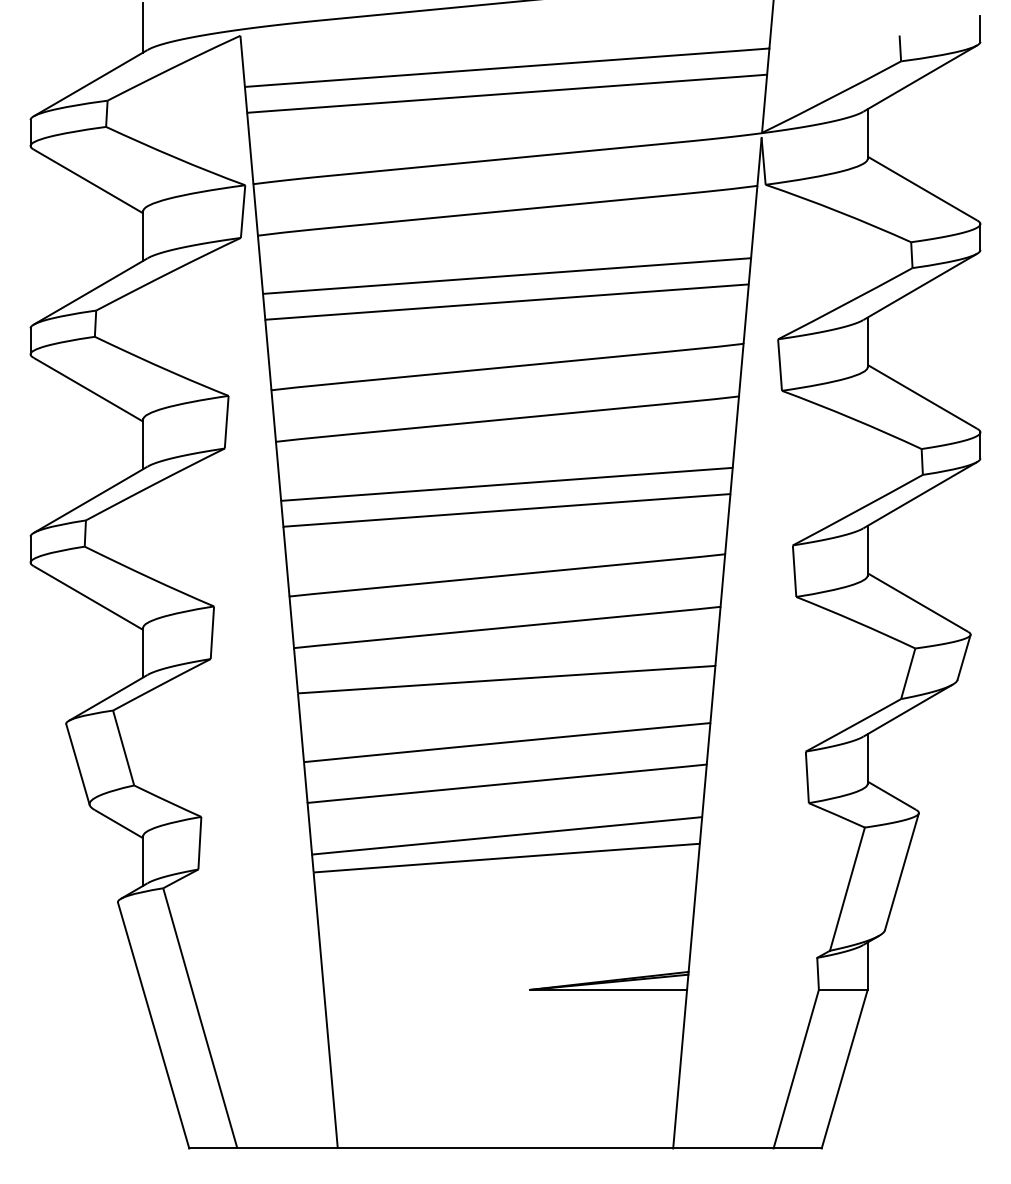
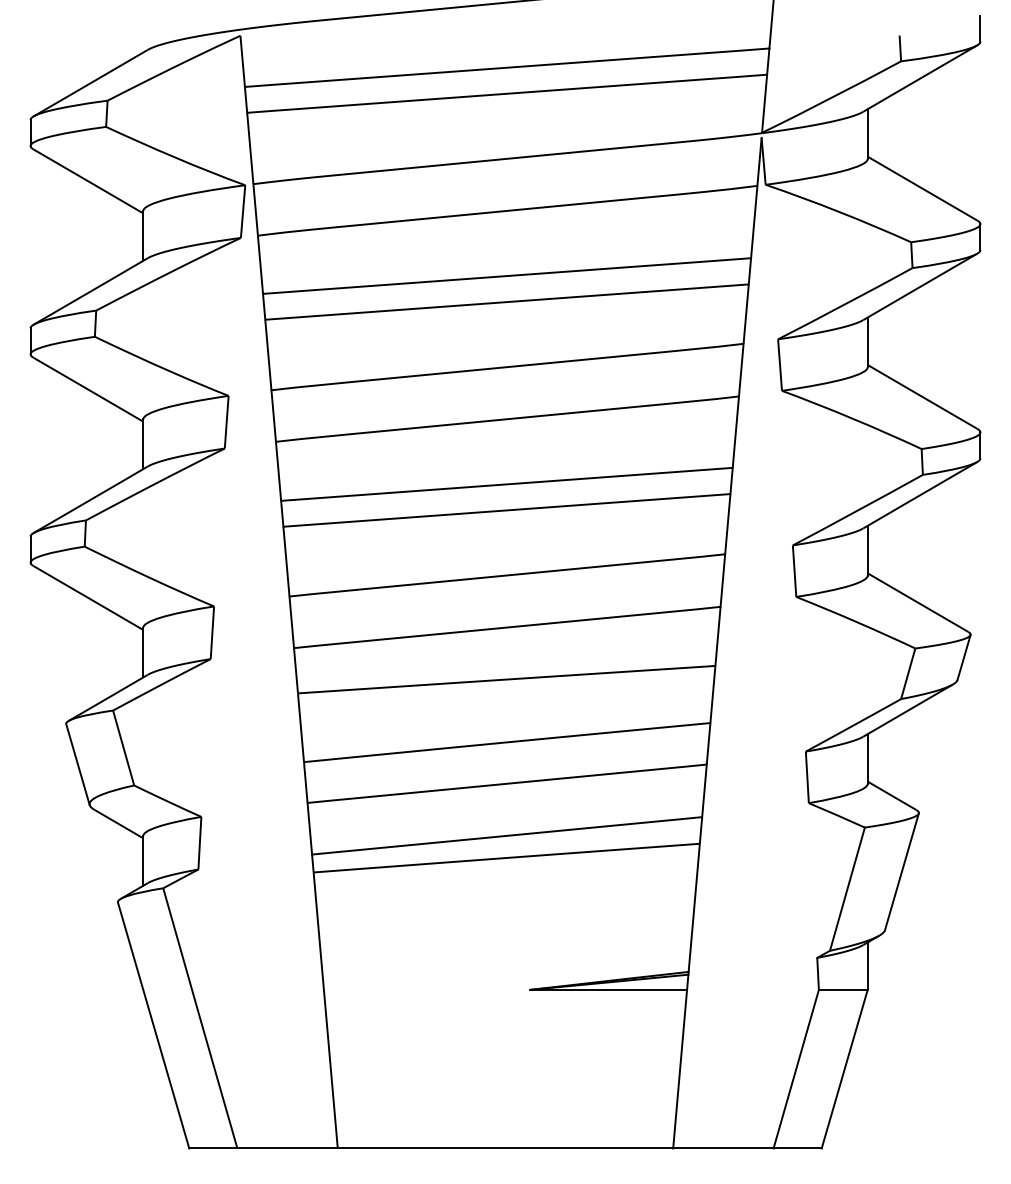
line at (143, 27): present -> none
